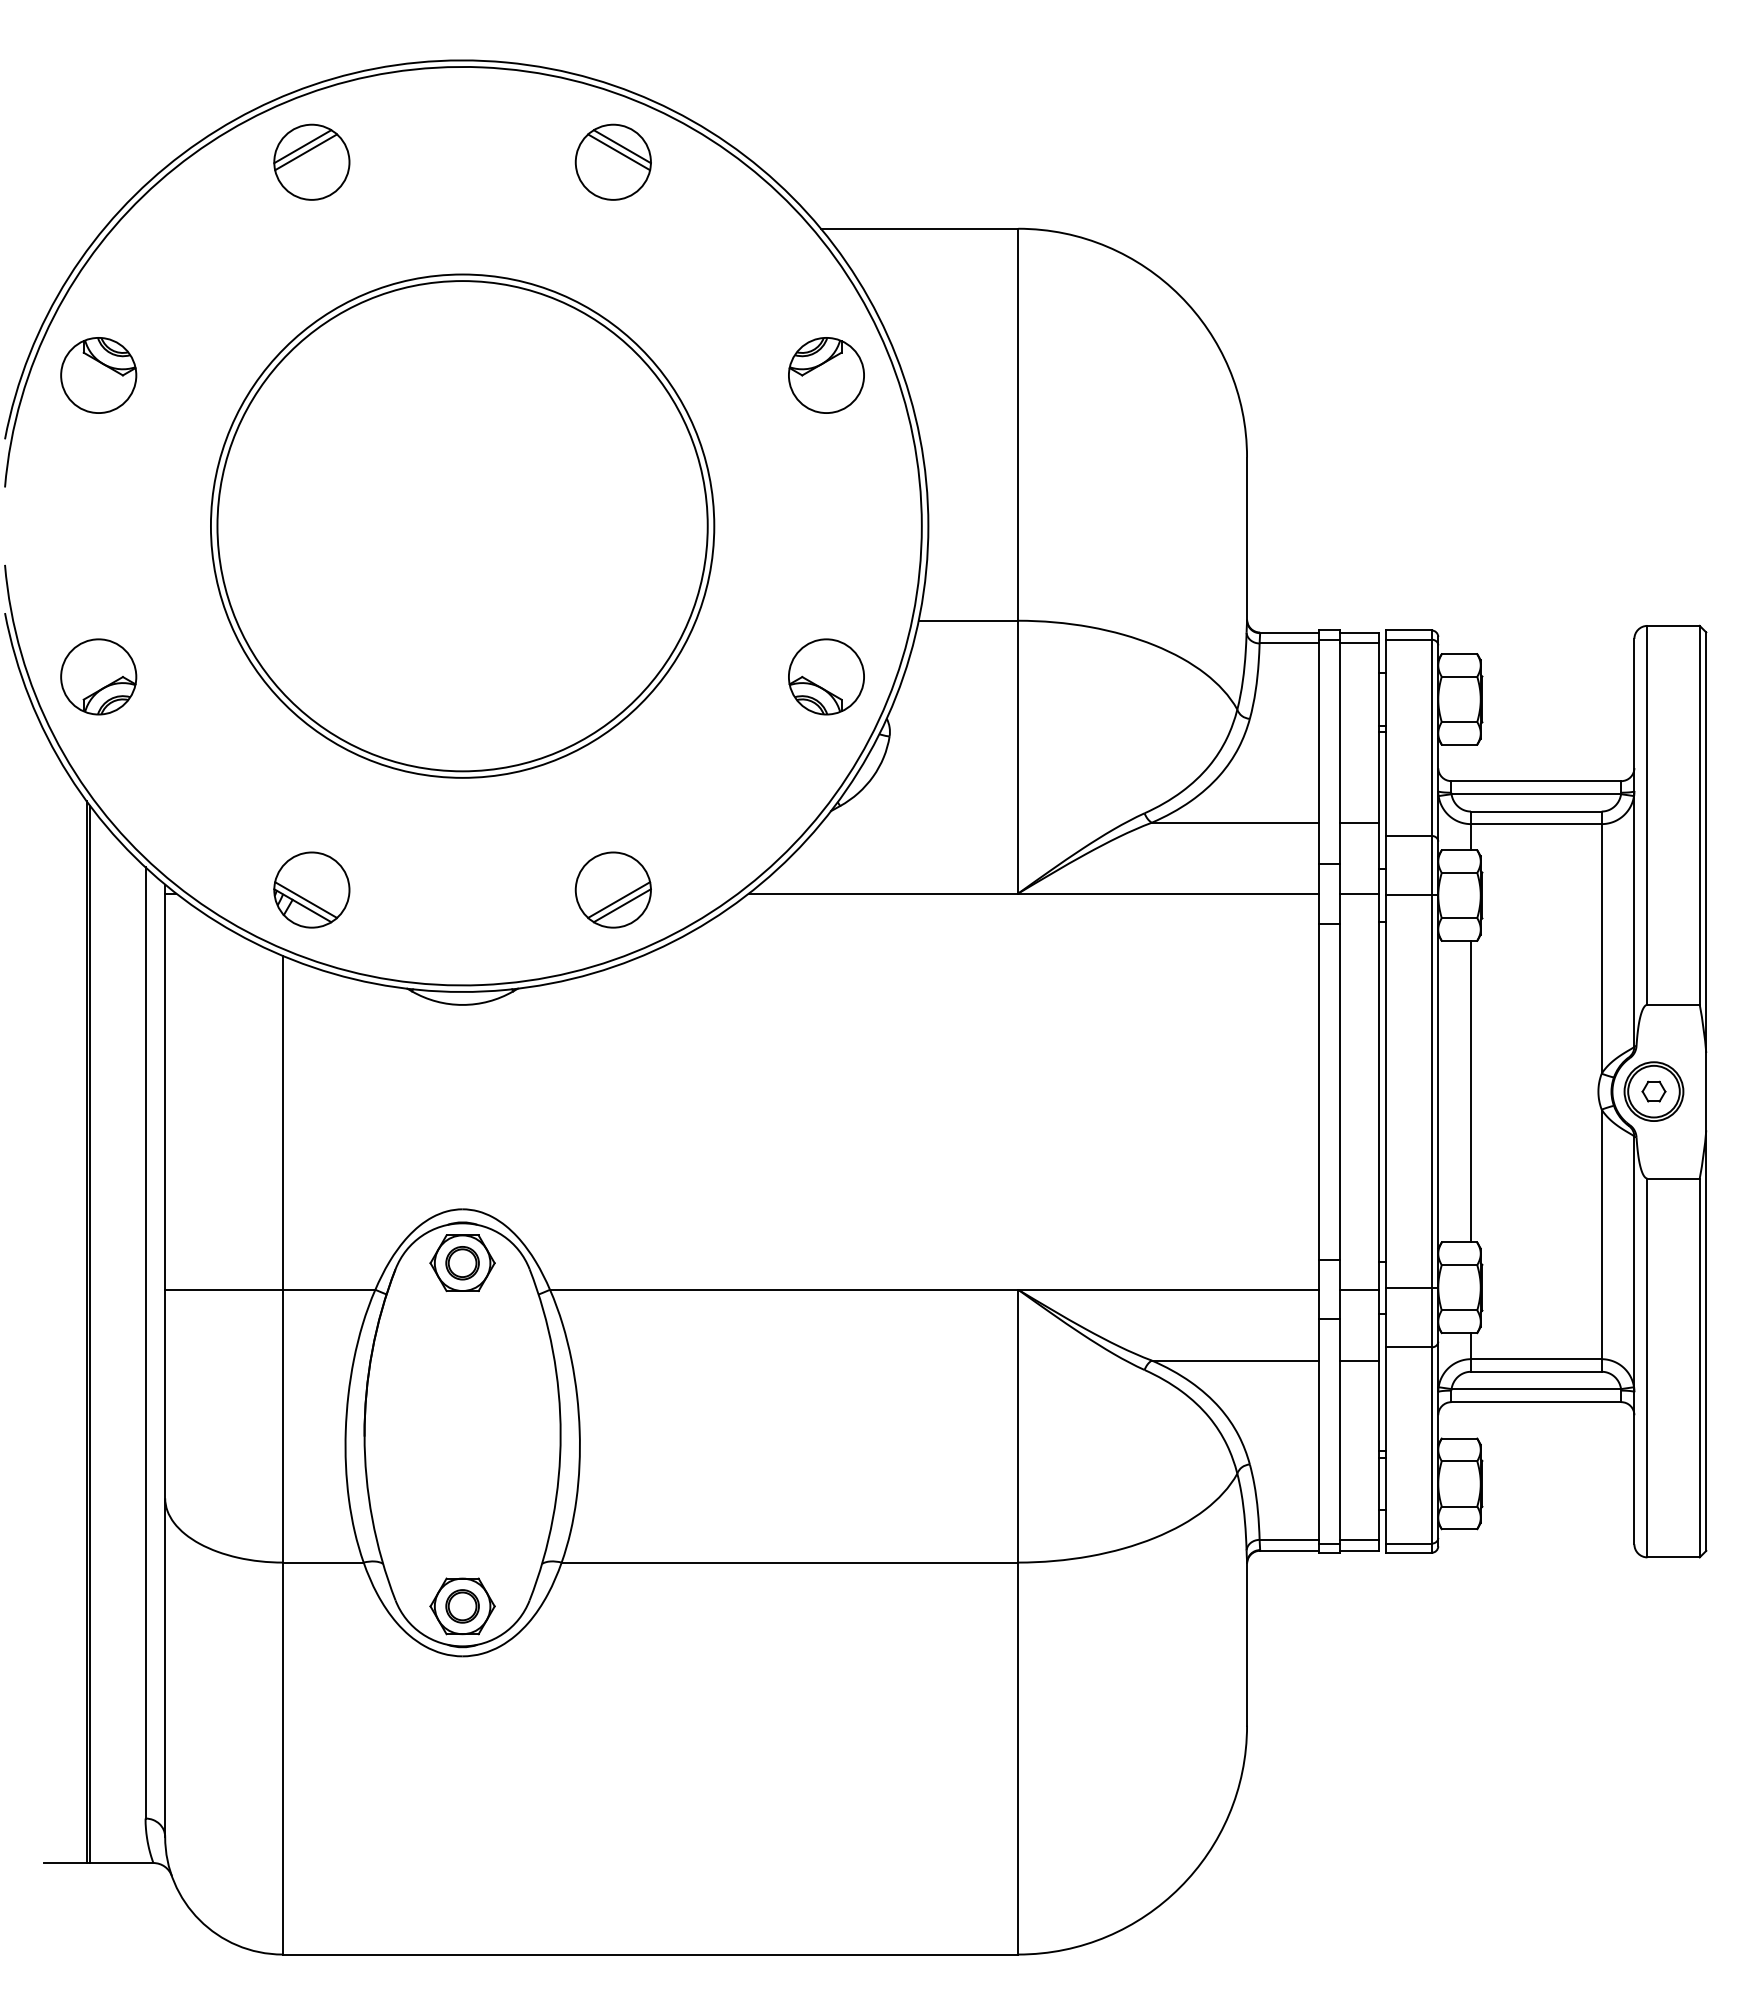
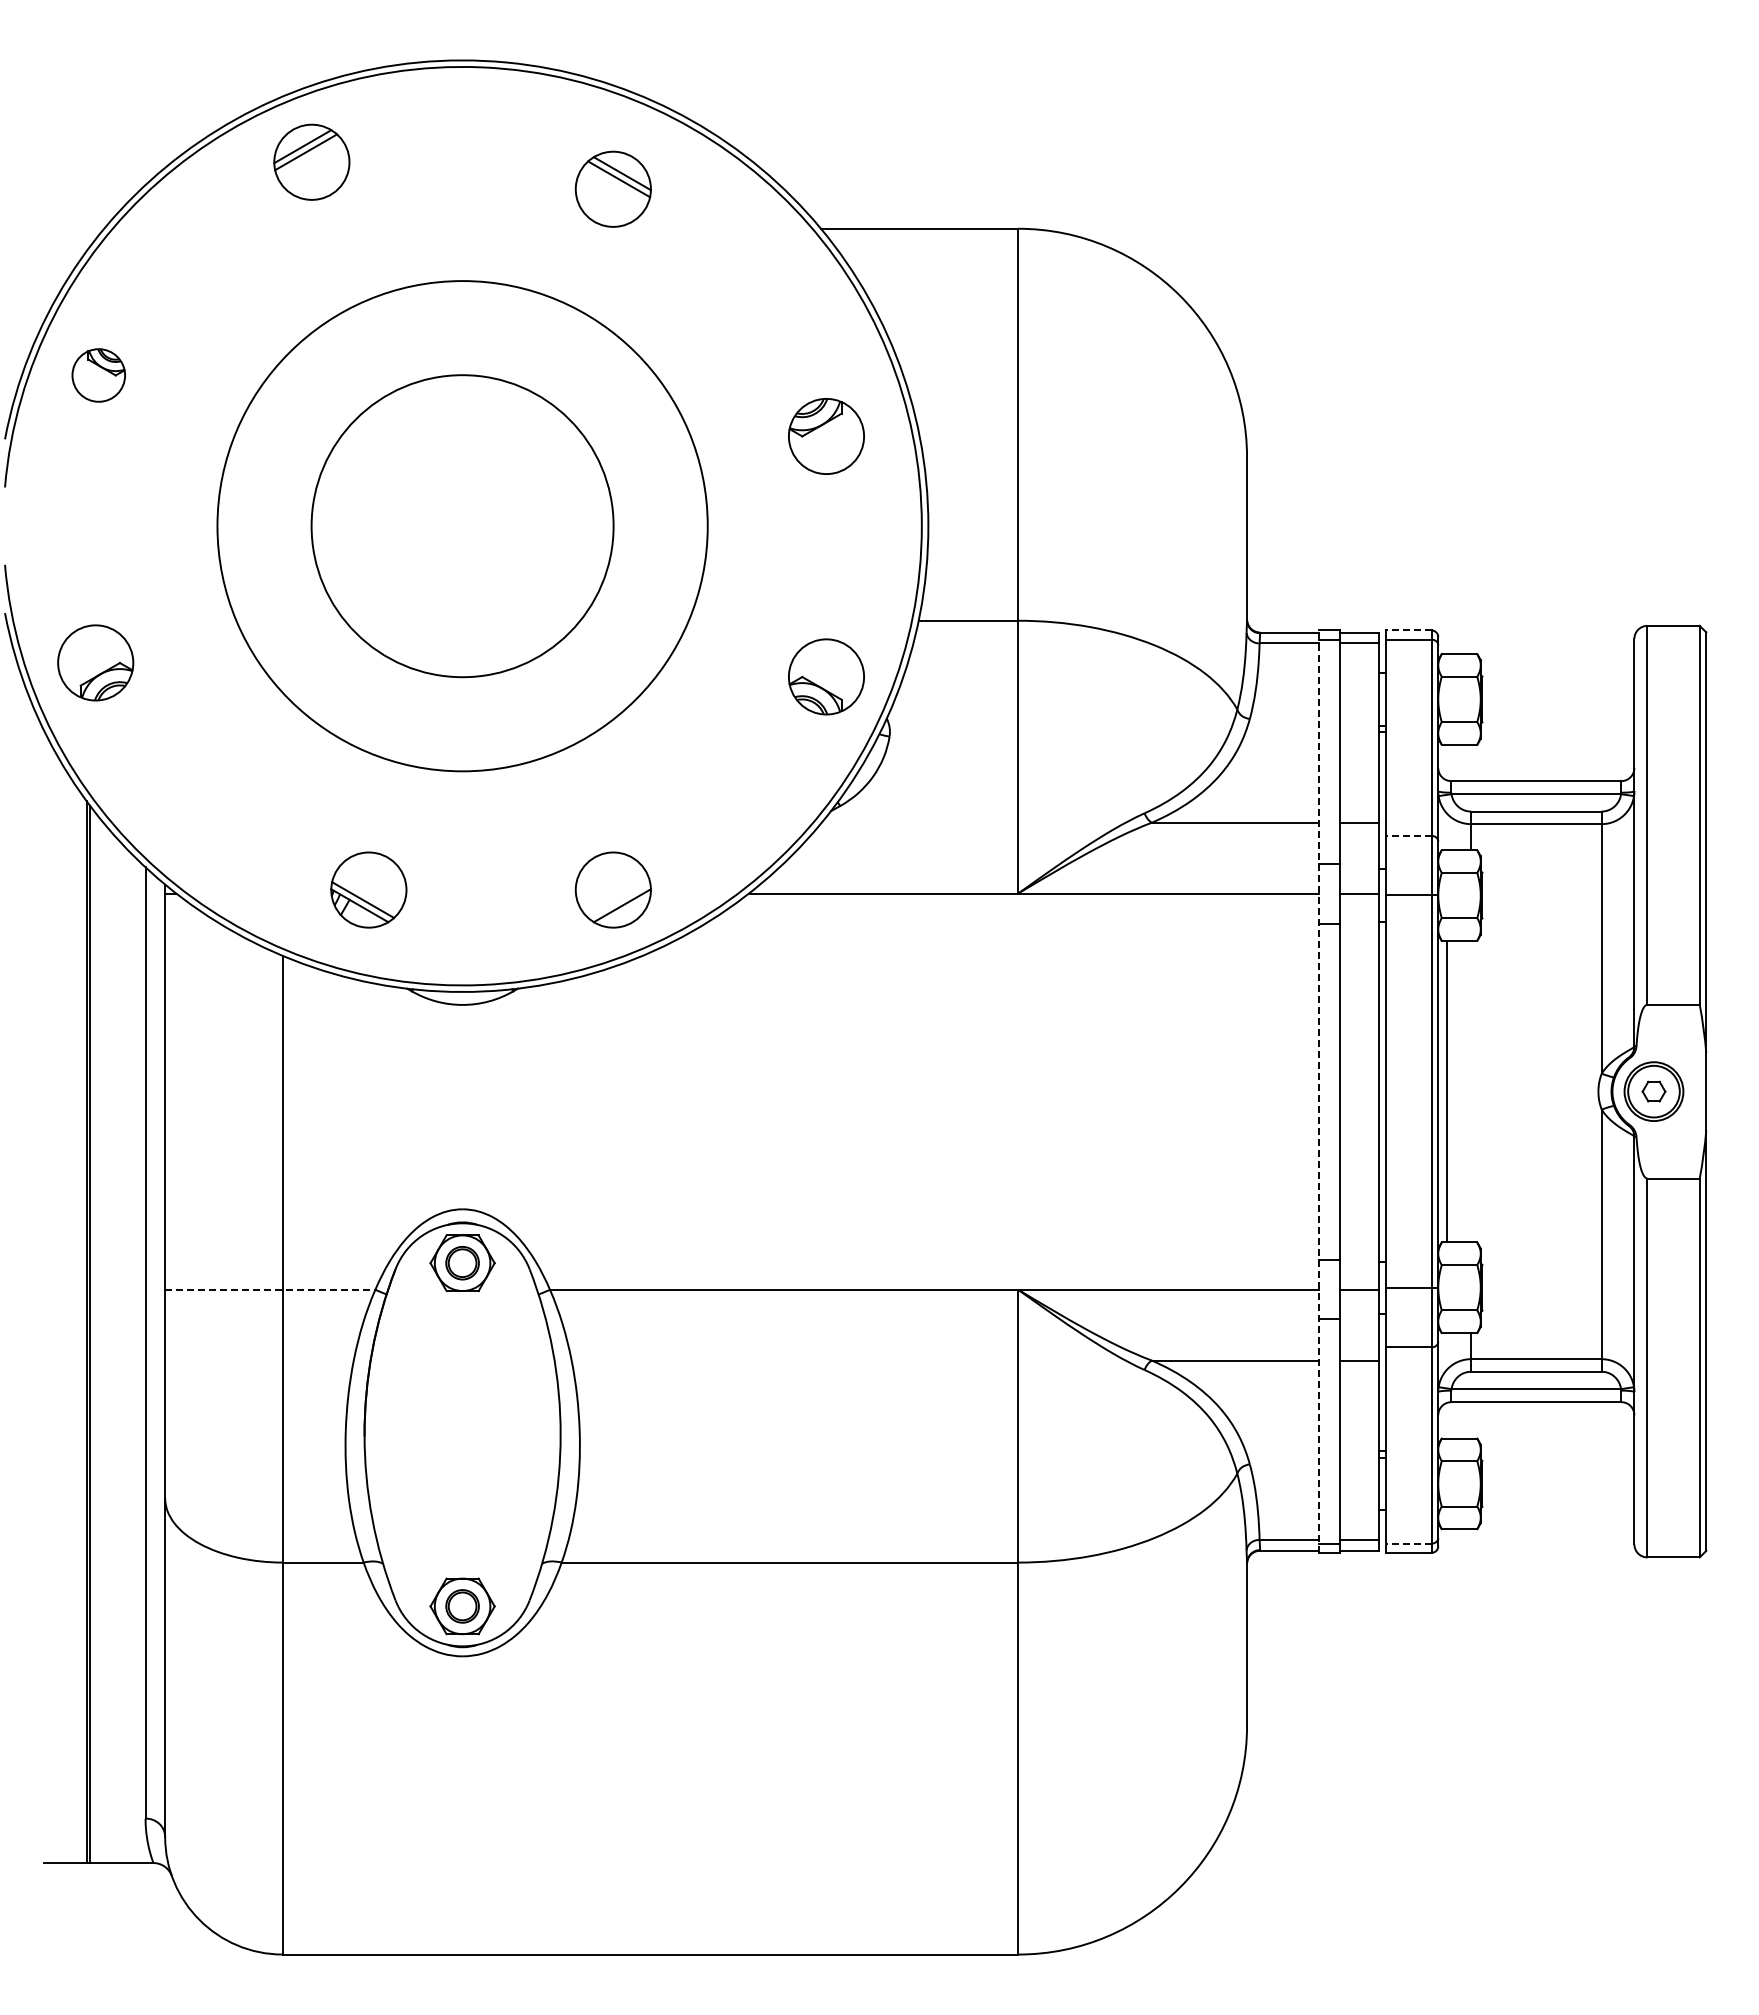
part at (612, 161) position: (612, 161) -> (612, 188)
part at (98, 375) size: 78x77 px -> 55x55 px
part at (826, 375) position: (826, 375) -> (826, 436)
circle at (462, 525) diameter: 503 px -> 302 px
line at (1408, 630): solid -> dashed
part at (98, 676) position: (98, 676) -> (95, 662)
line at (1408, 835): solid -> dashed
part at (311, 889) position: (311, 889) -> (368, 889)
line at (619, 899): present -> none
line at (1318, 1091): solid -> dashed
line at (1470, 1091) position: (1470, 1091) -> (1446, 1091)
line at (270, 1289): solid -> dashed
line at (1408, 1543): solid -> dashed
